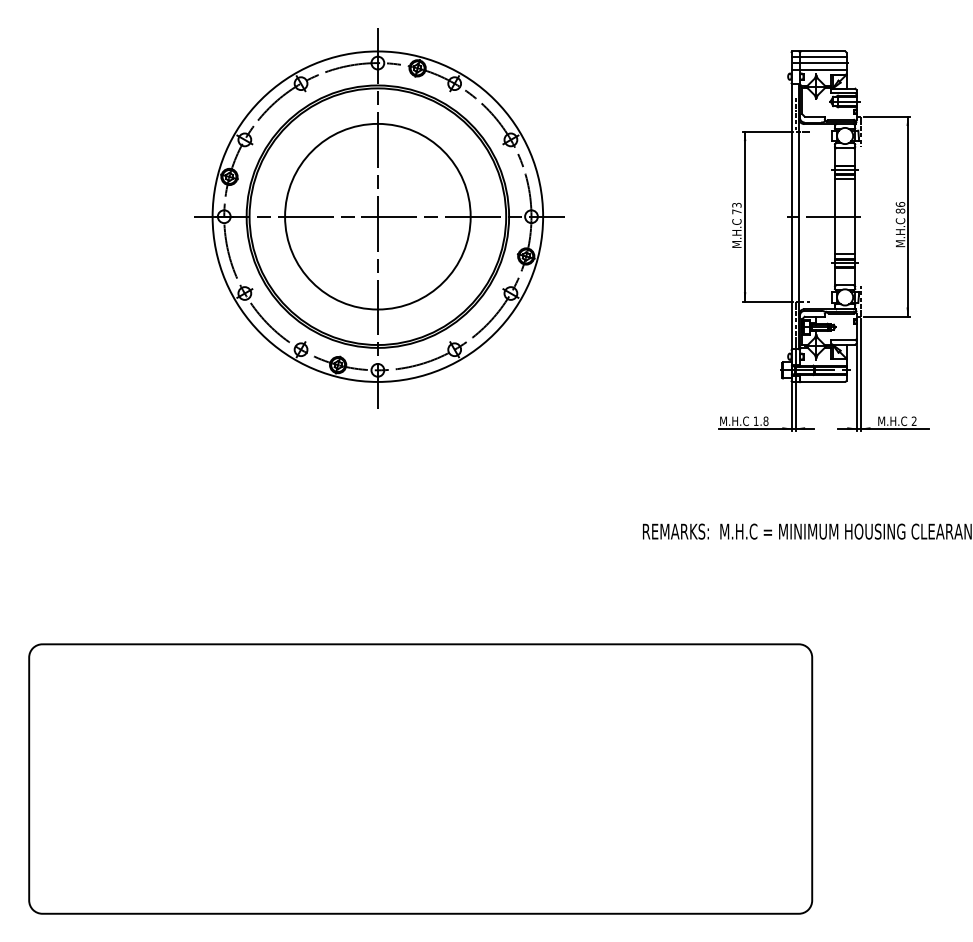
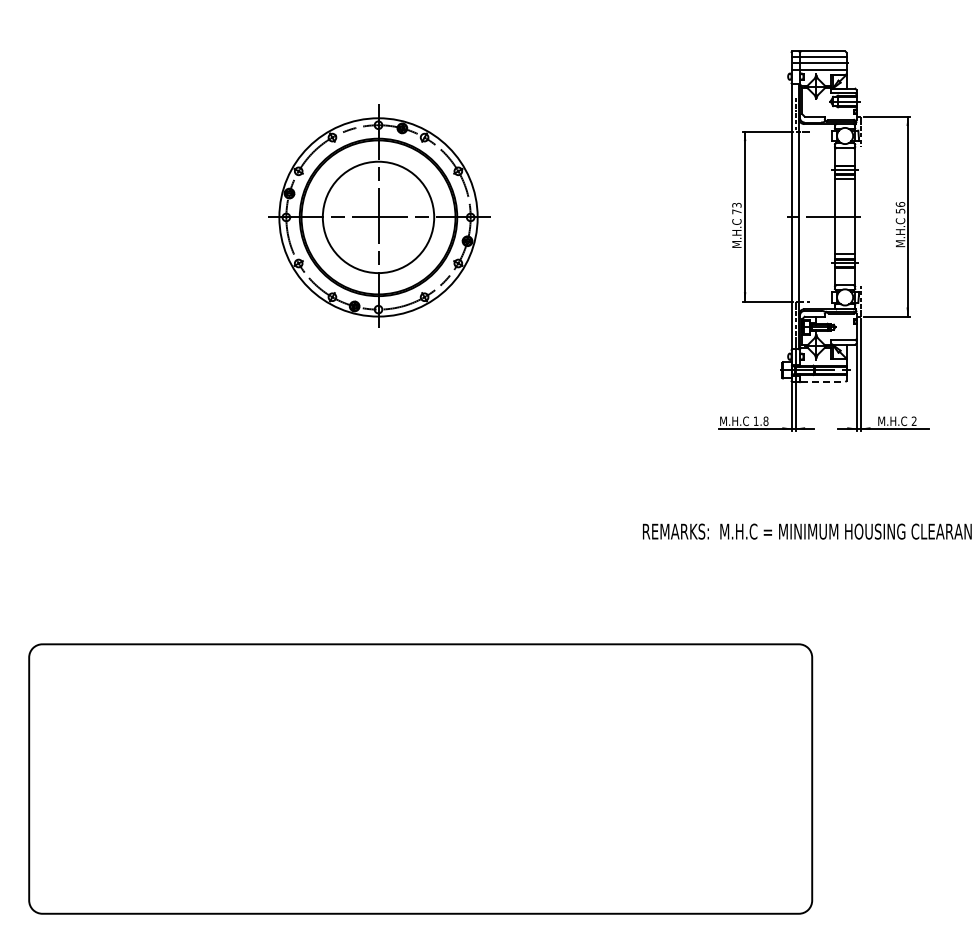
text at (900, 210): 86 -> 56
part at (379, 218) size: 371x381 px -> 223x224 px
line at (823, 381): solid -> dashed
